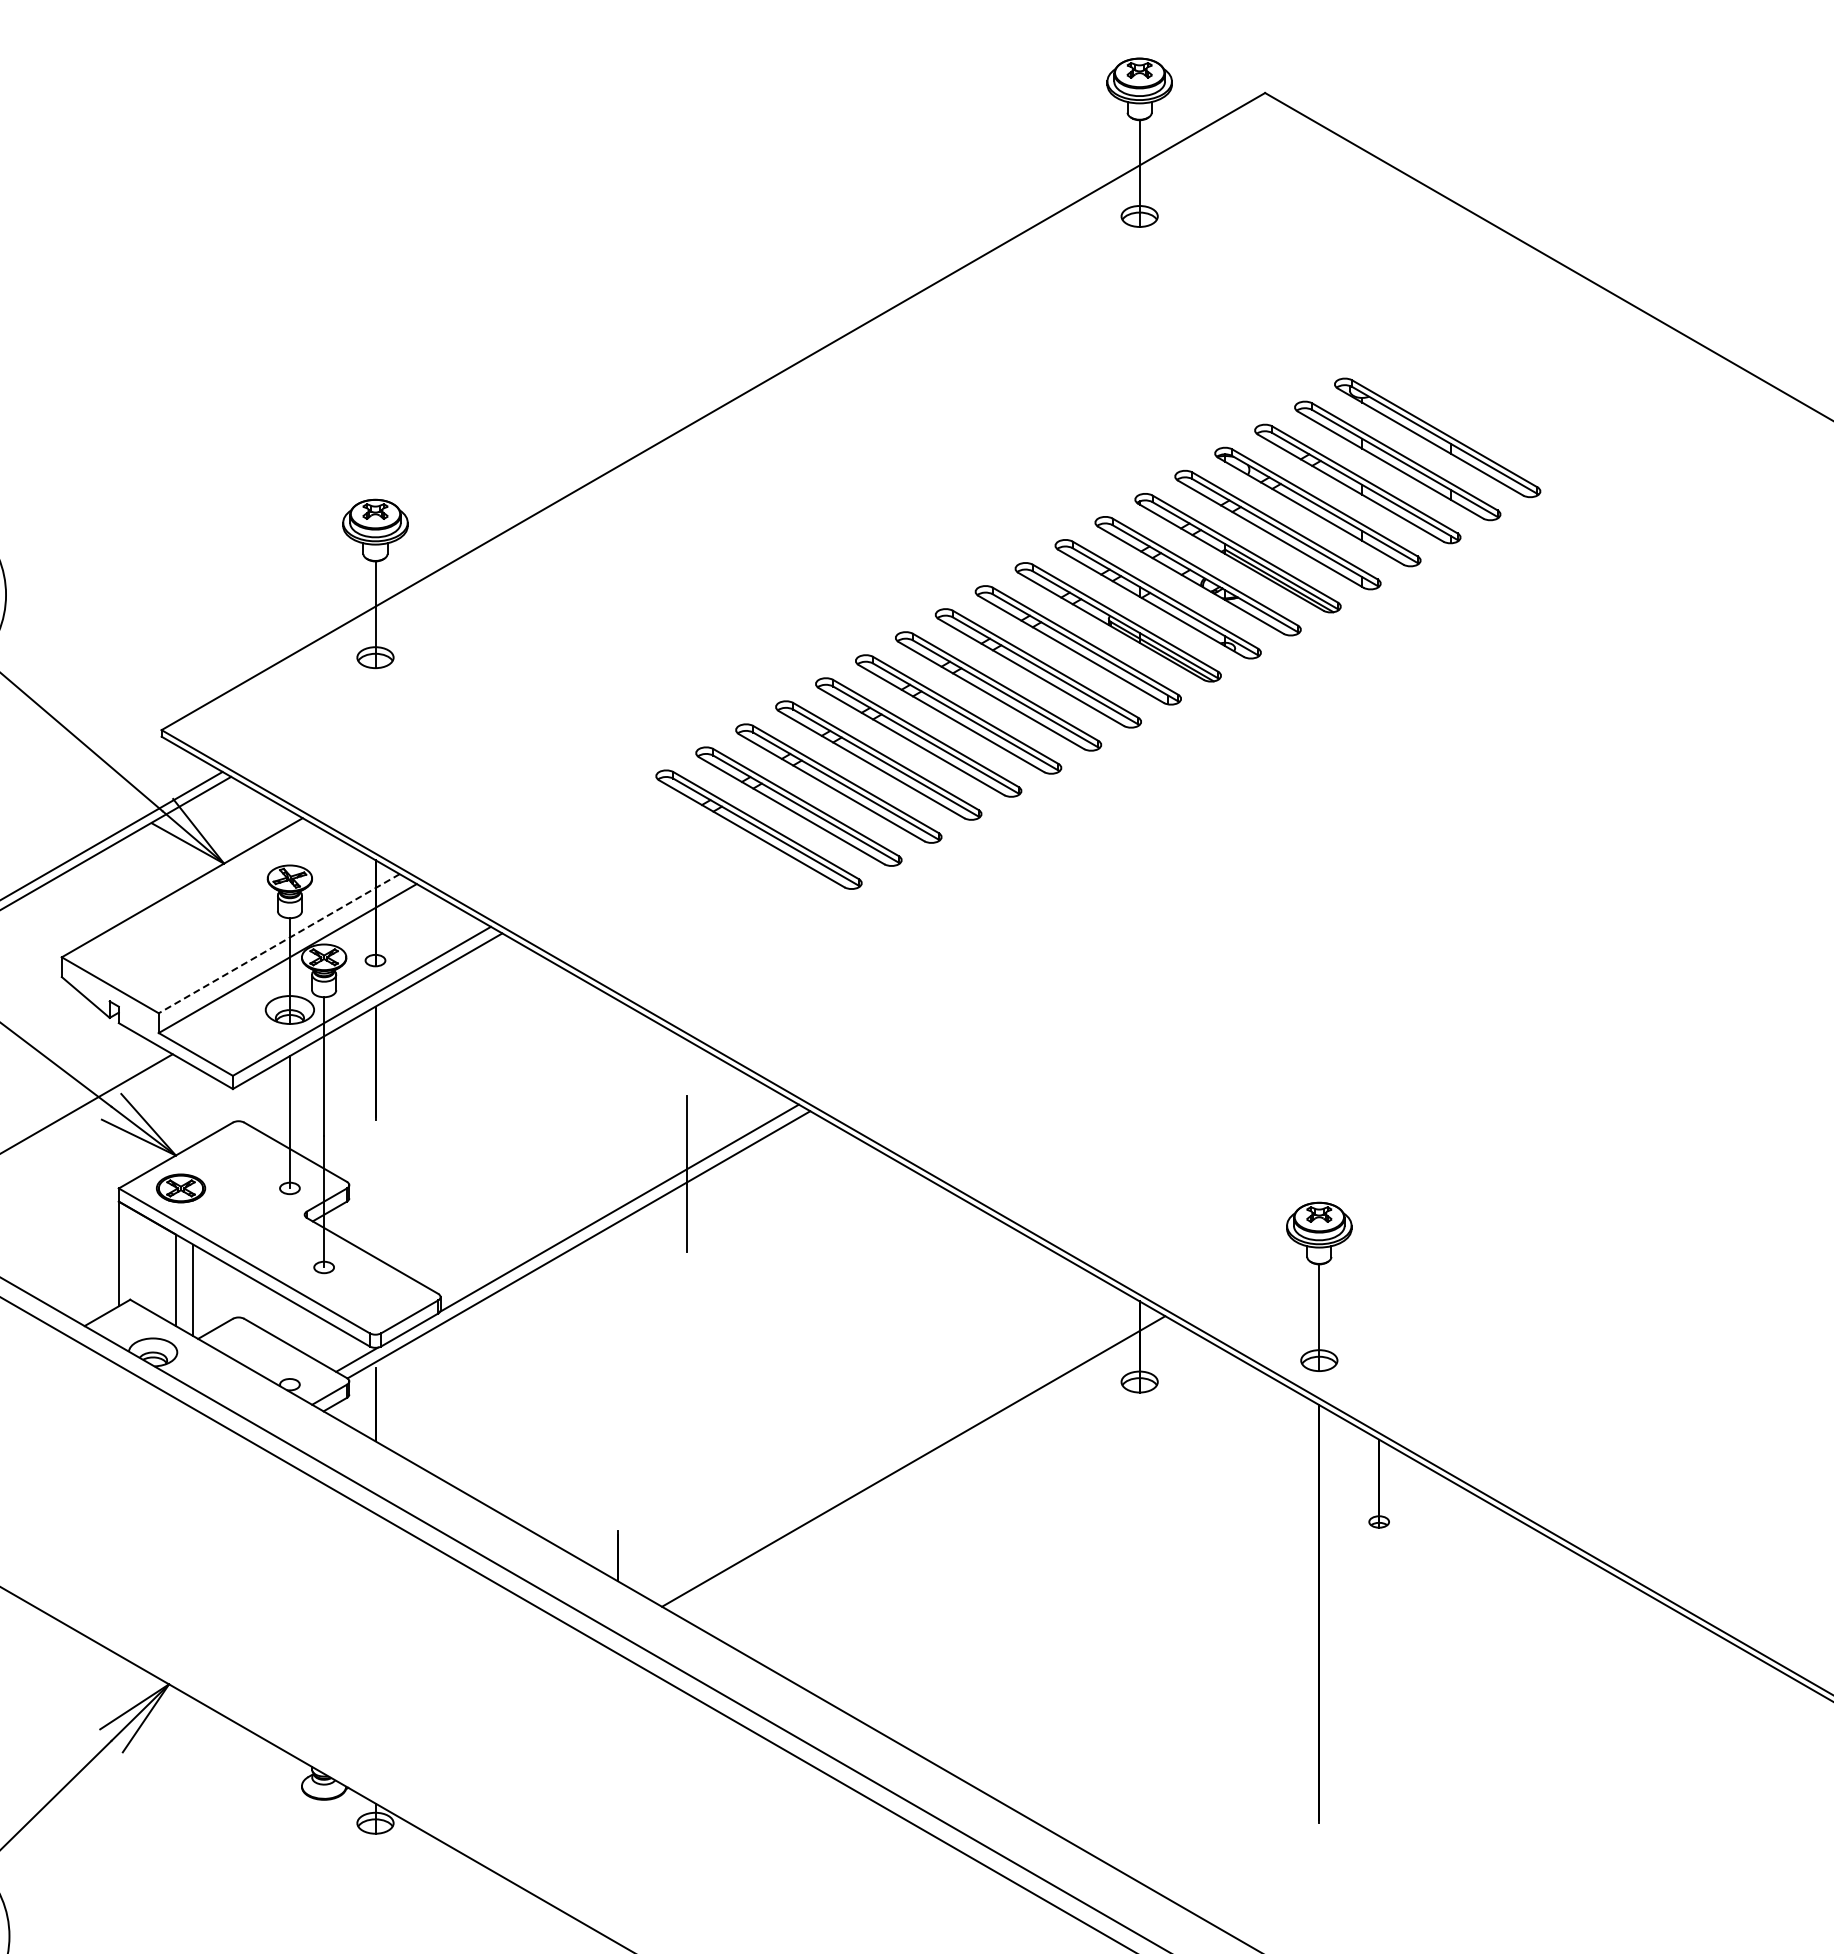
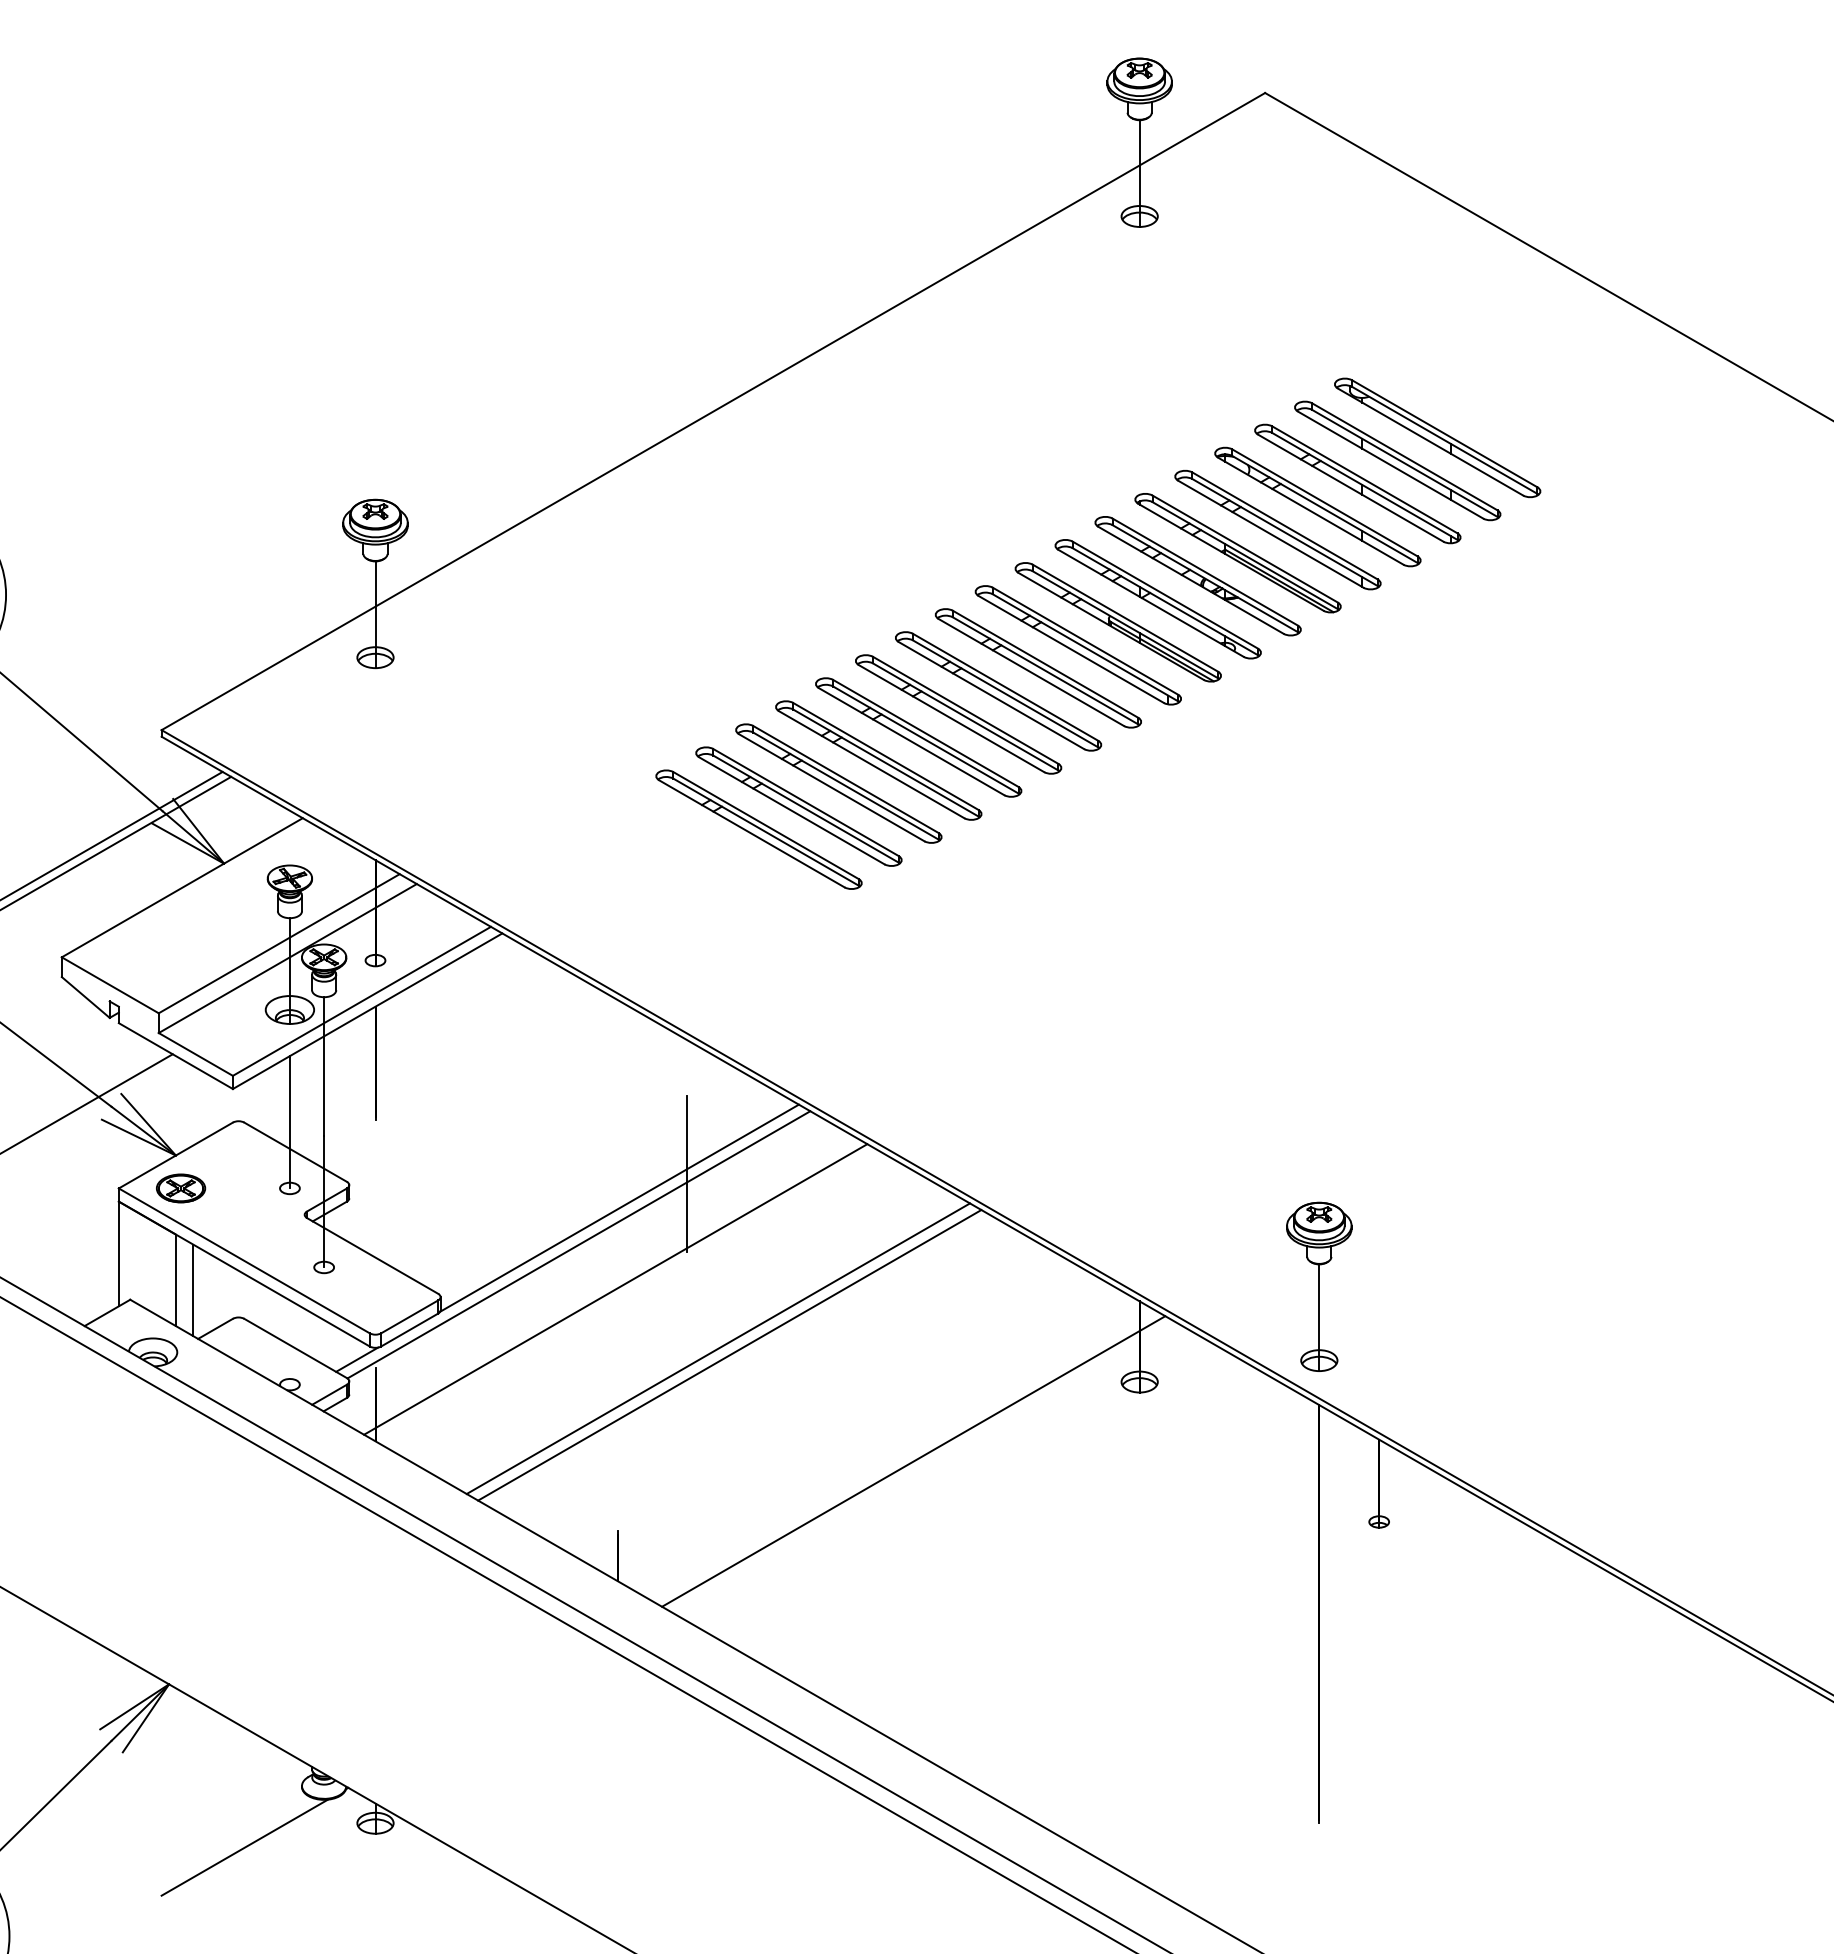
line at (278, 943): dashed -> solid
line at (615, 1289): none -> present
line at (718, 1348): none -> present
line at (729, 1355): none -> present
line at (244, 1847): none -> present
